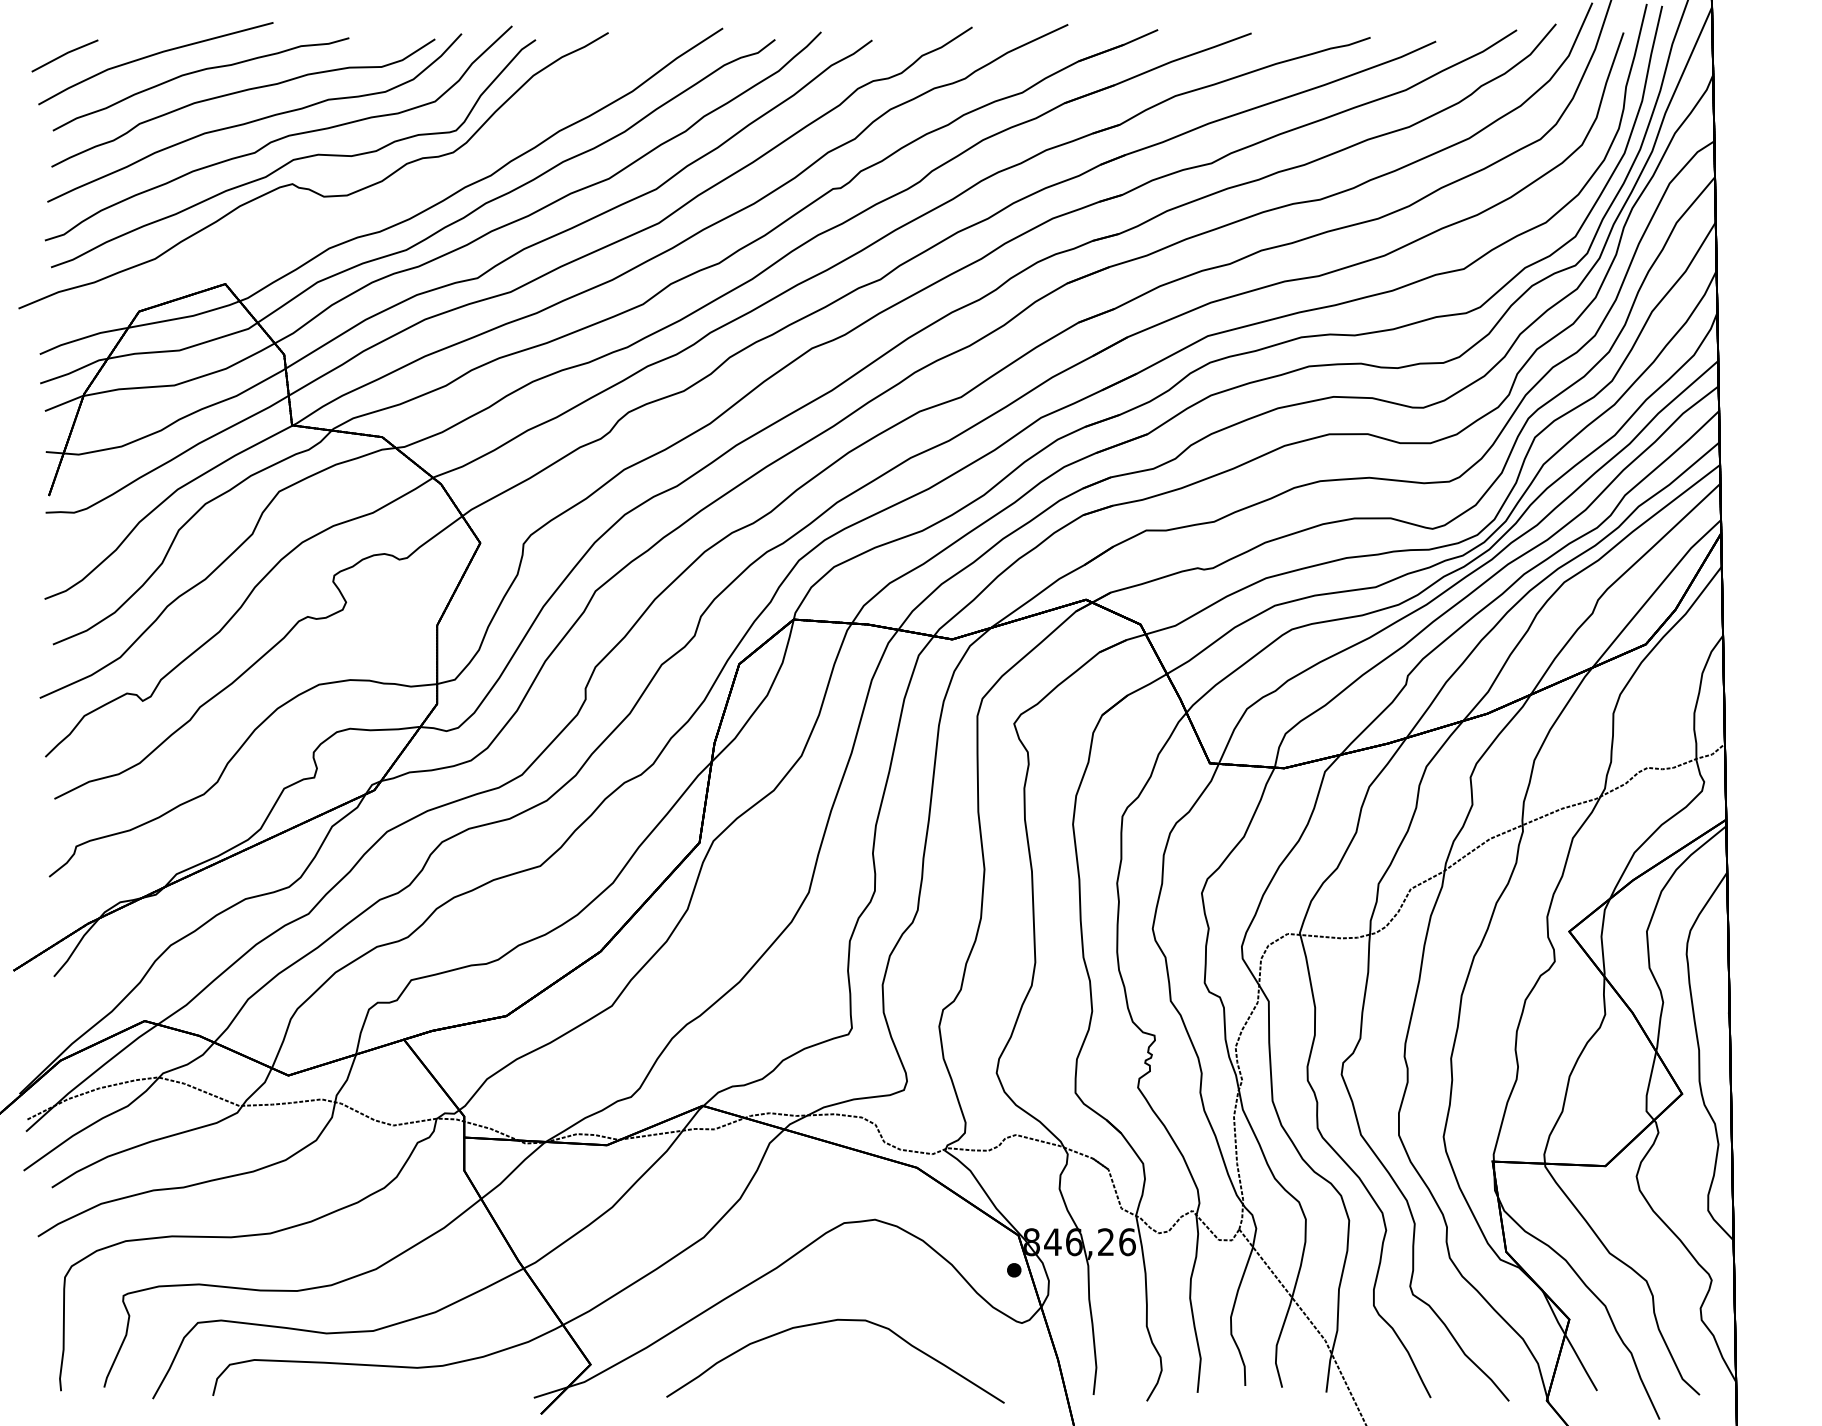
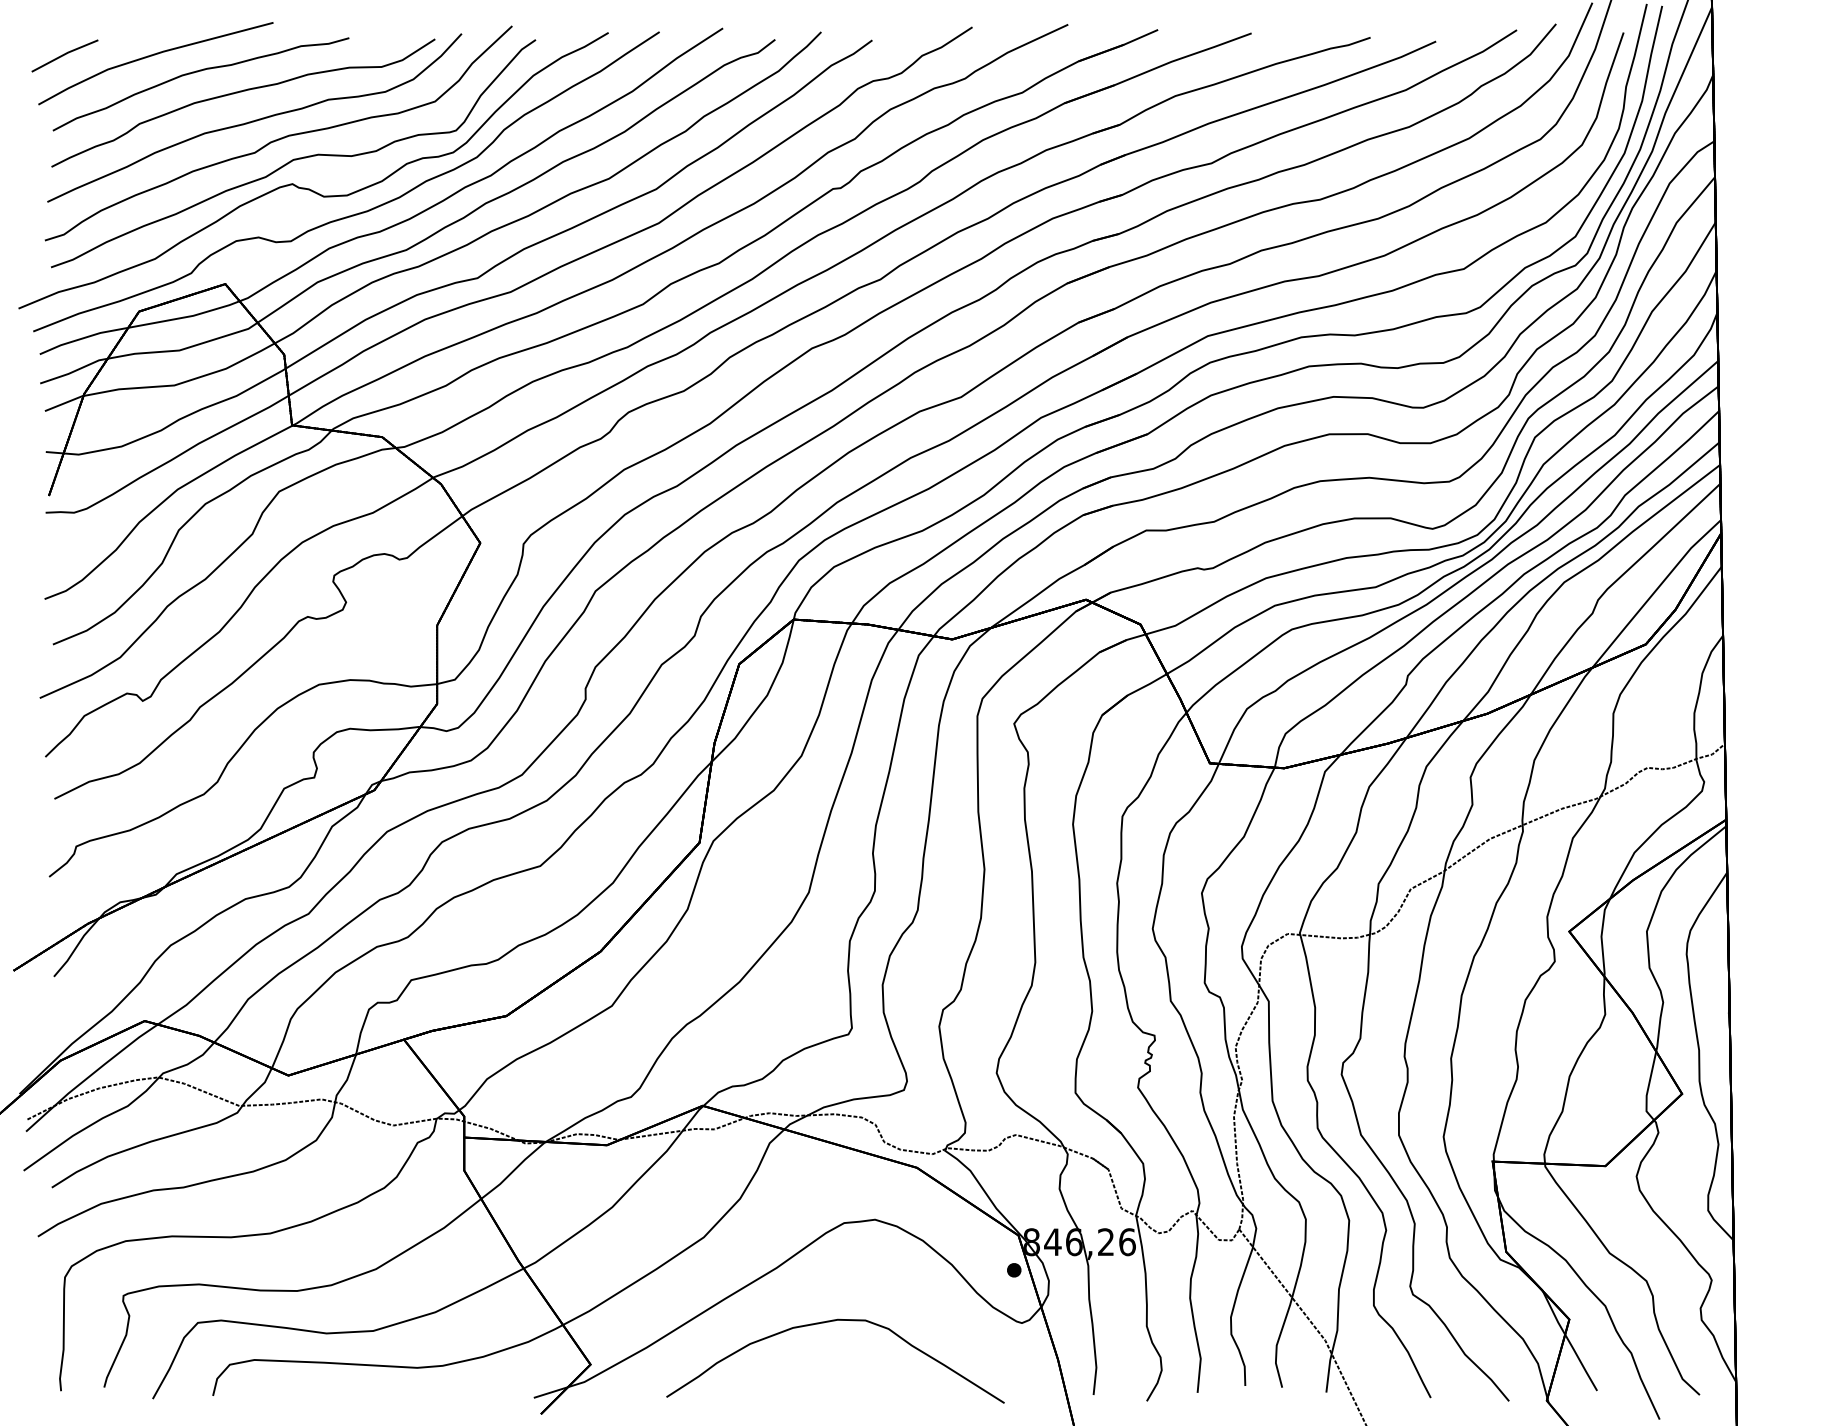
curve at (355, 213): none -> present
